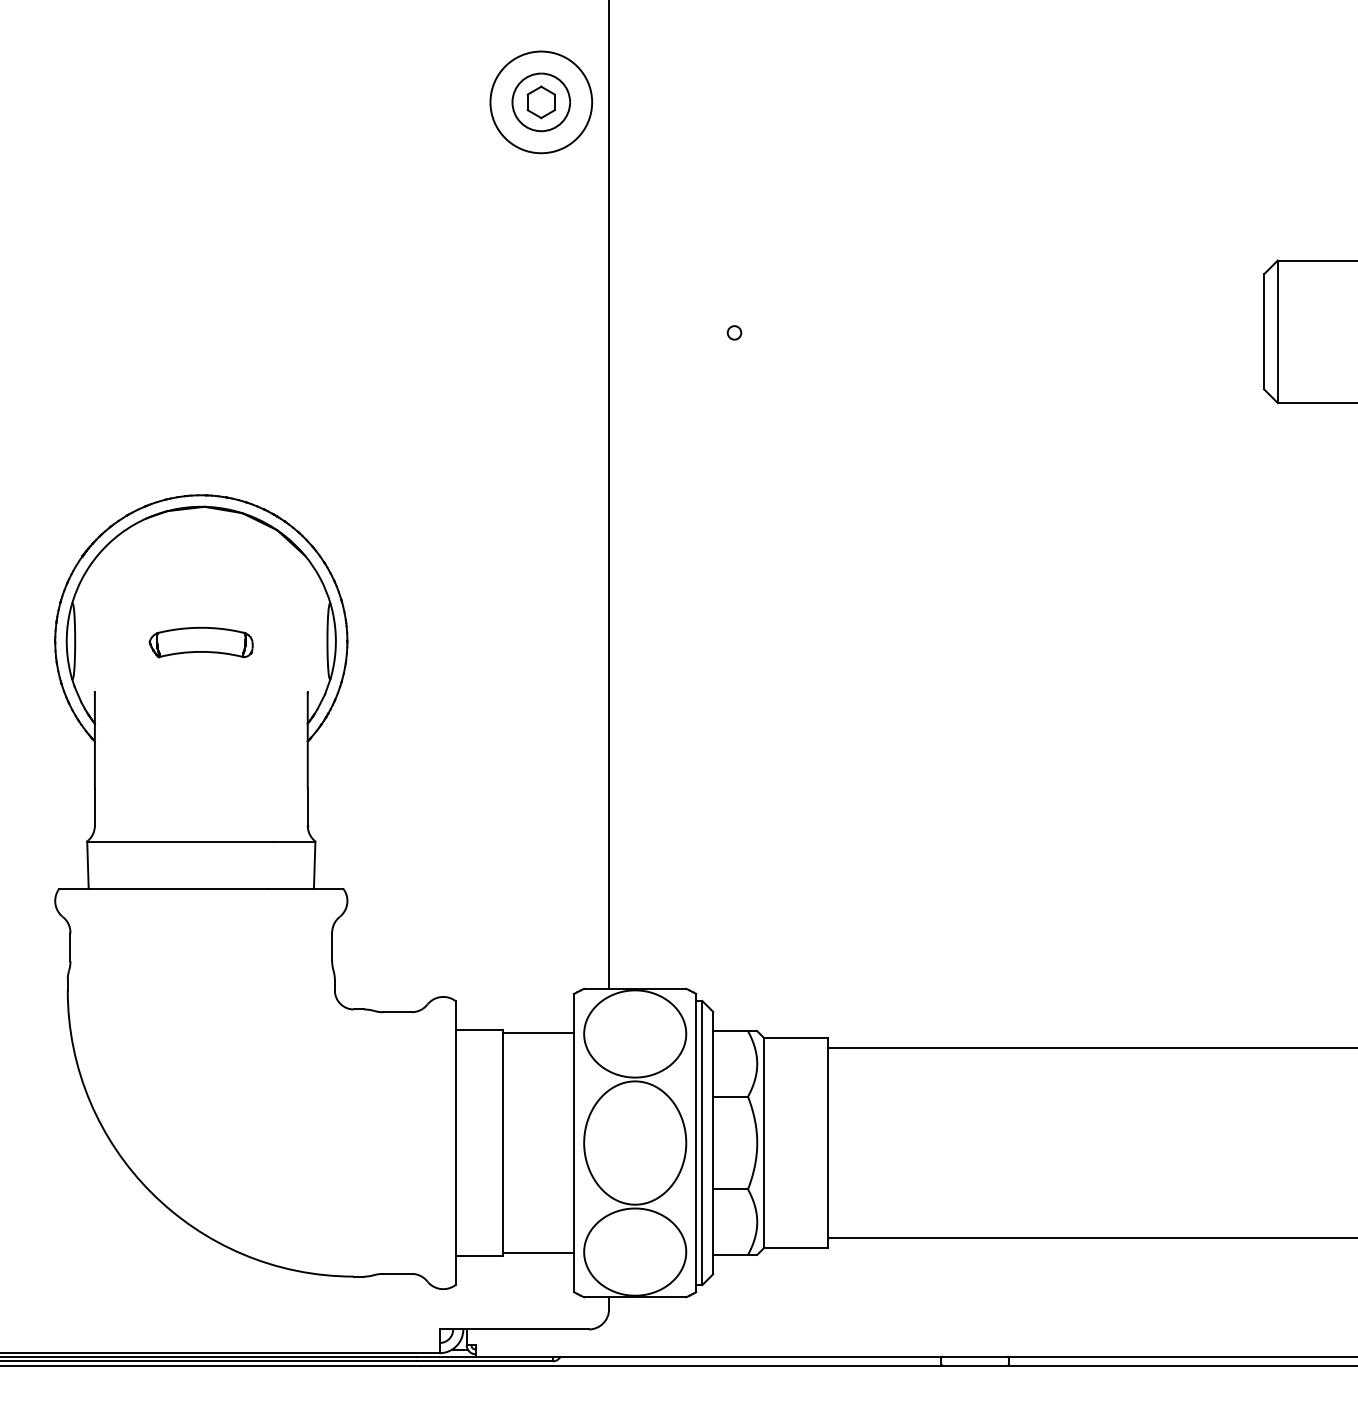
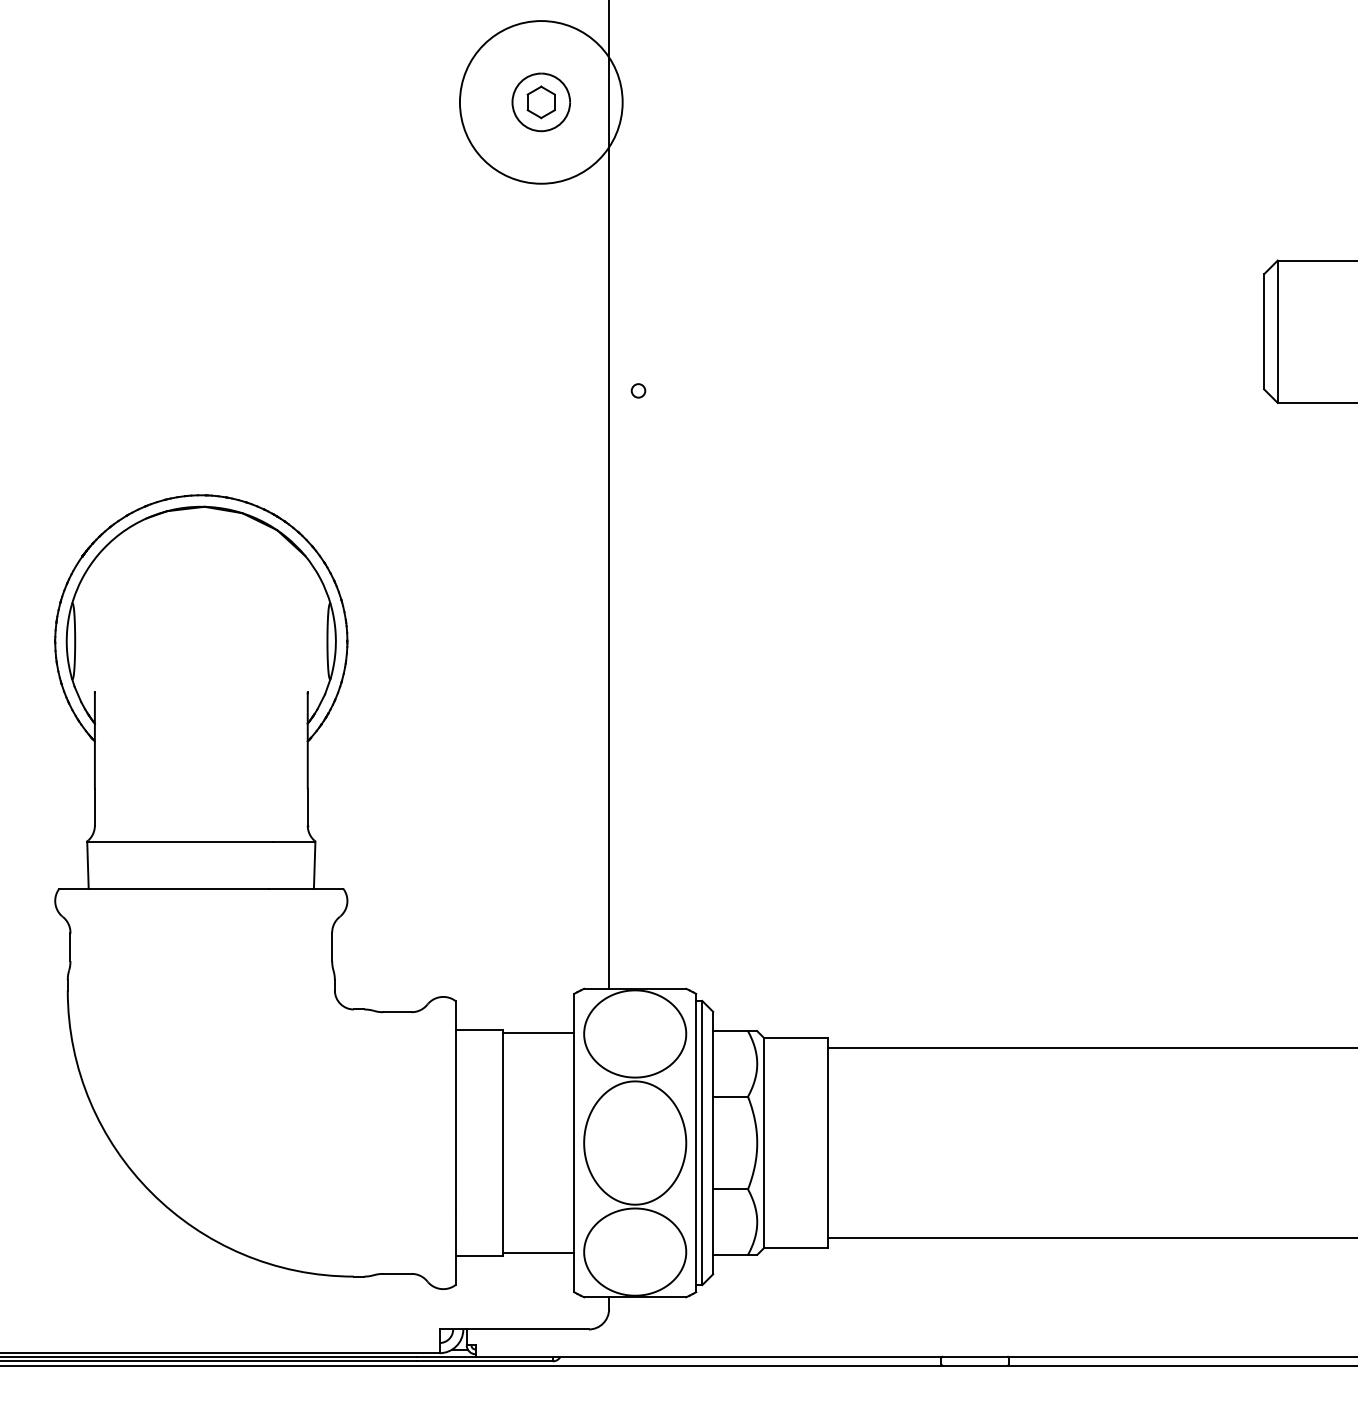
circle at (541, 102) diameter: 102 px -> 163 px
circle at (734, 332) position: (734, 332) -> (638, 390)
part at (200, 642): present -> none
